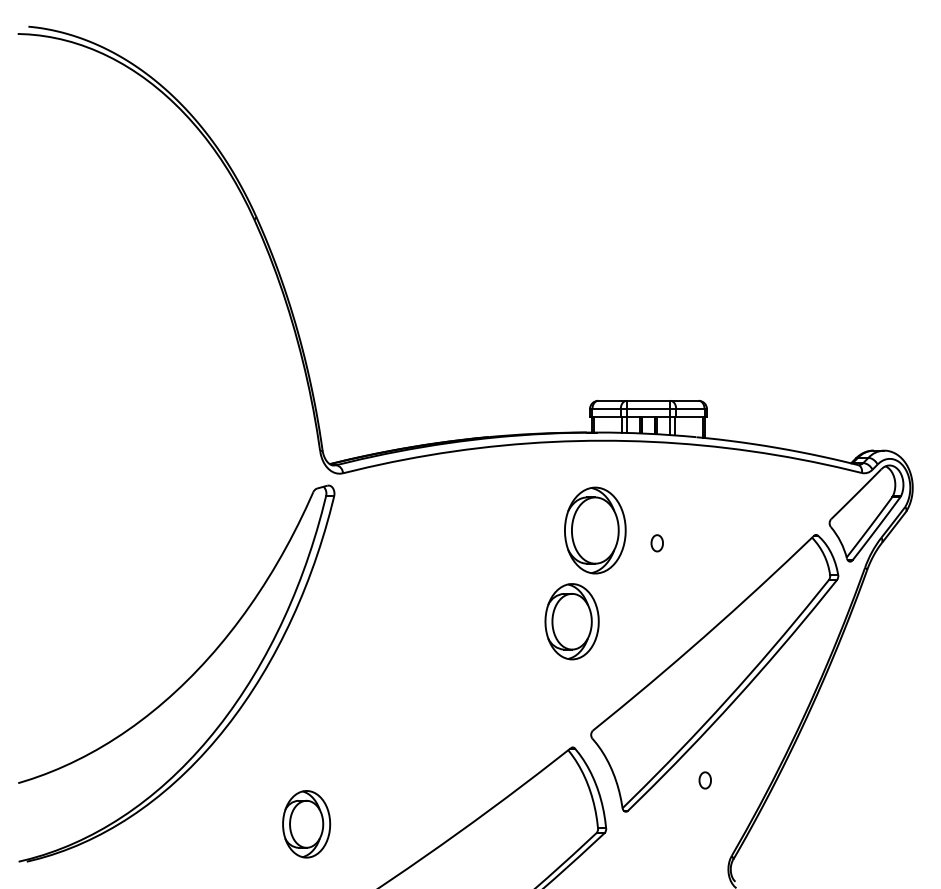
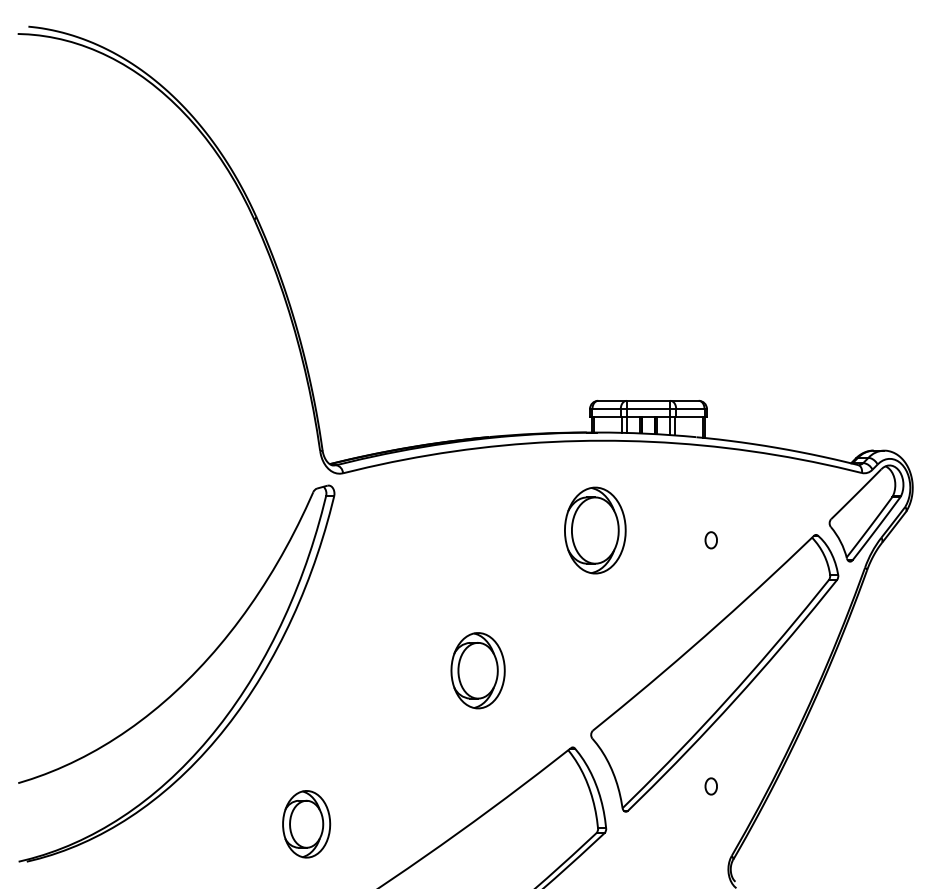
part at (656, 543) position: (656, 543) -> (710, 540)
part at (571, 621) position: (571, 621) -> (477, 670)
part at (704, 780) position: (704, 780) -> (710, 786)
